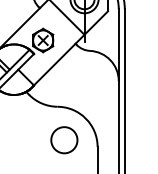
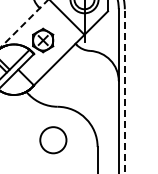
line at (23, 24): solid -> dashed
line at (124, 91): solid -> dashed
circle at (64, 140) position: (64, 140) -> (53, 140)
